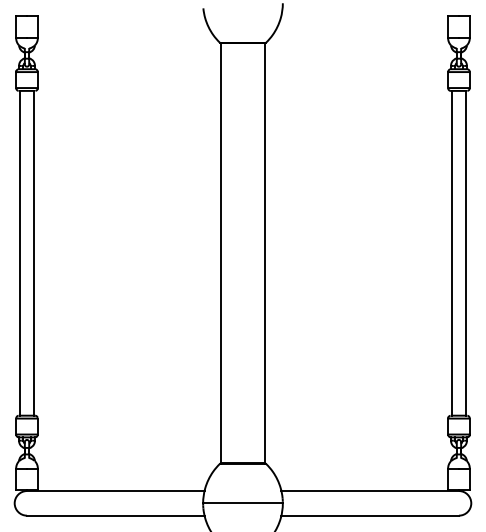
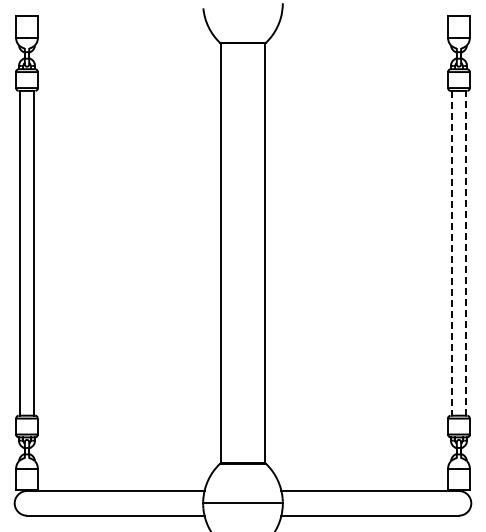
line at (465, 252): solid -> dashed
line at (452, 253): solid -> dashed
